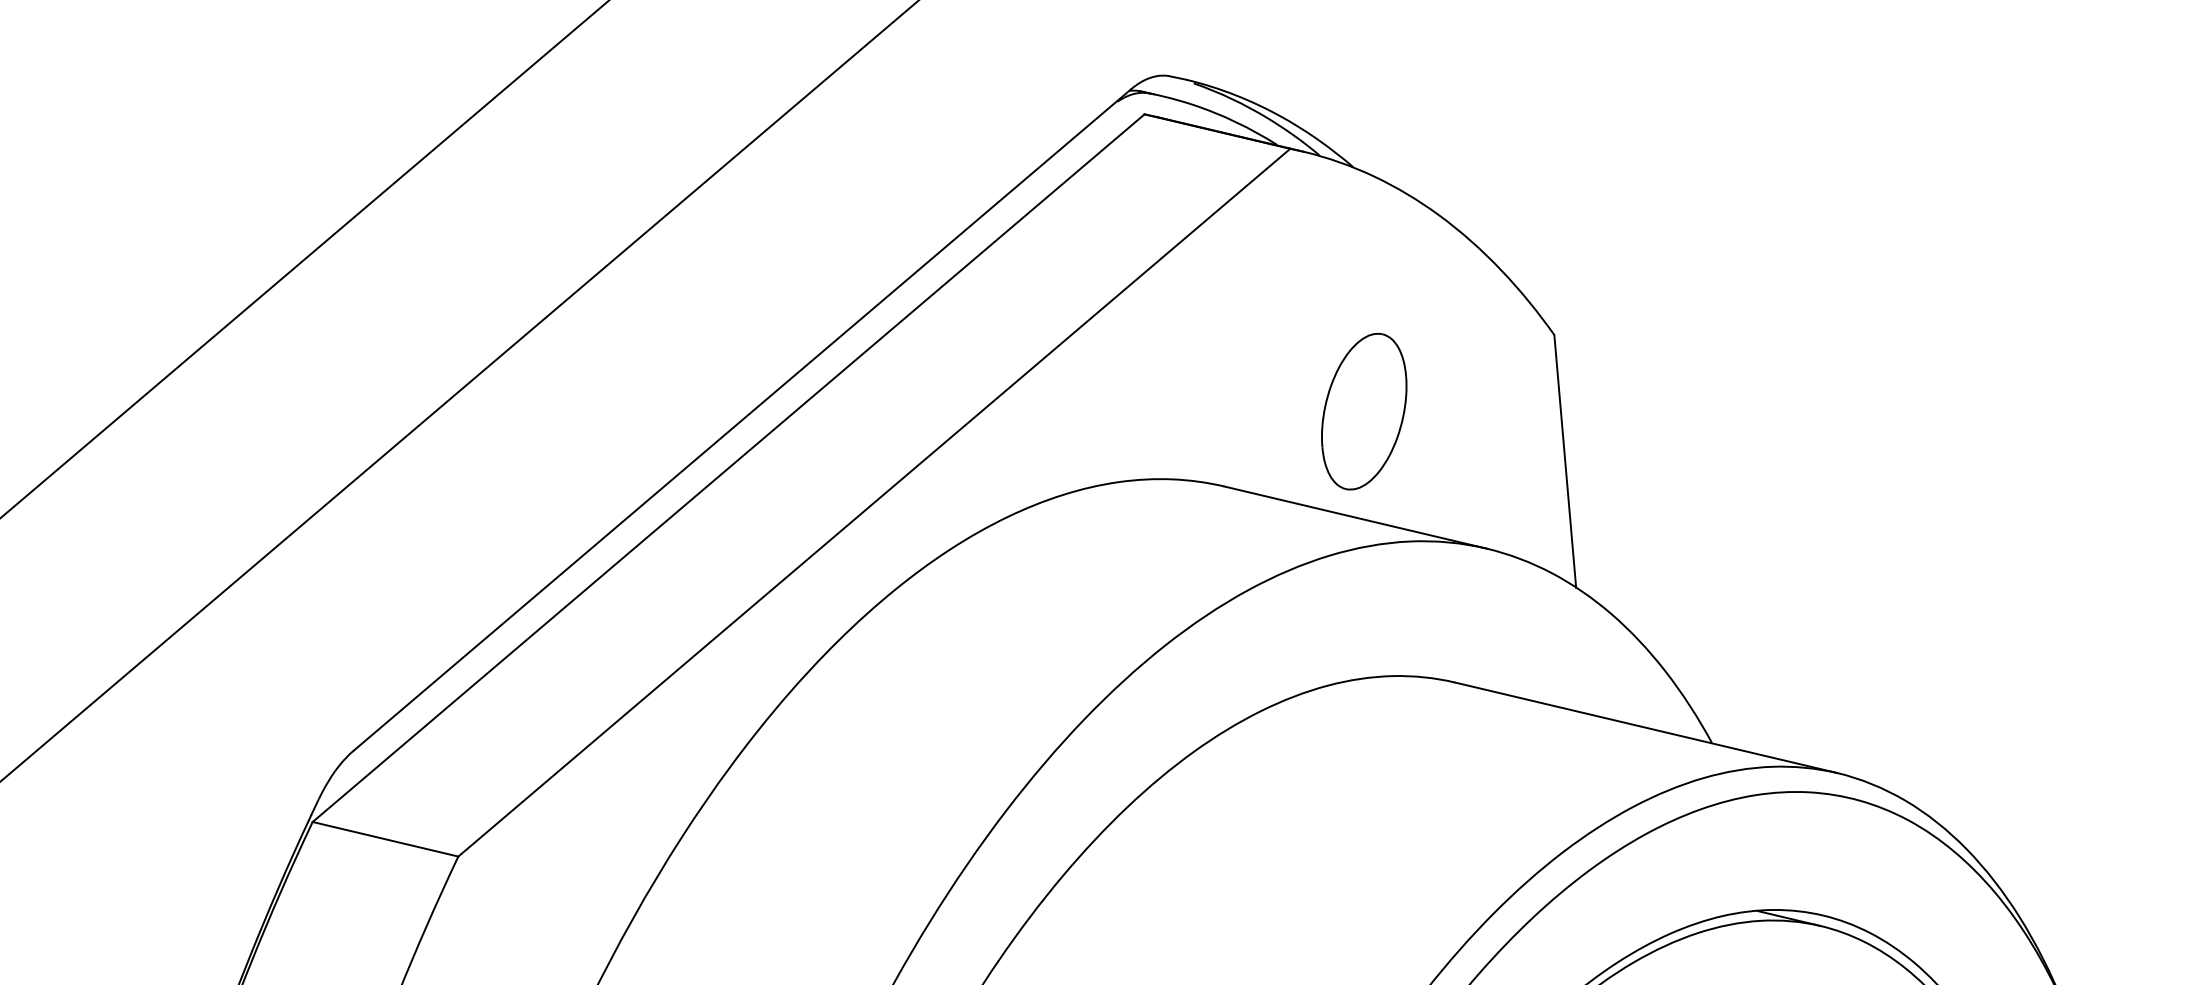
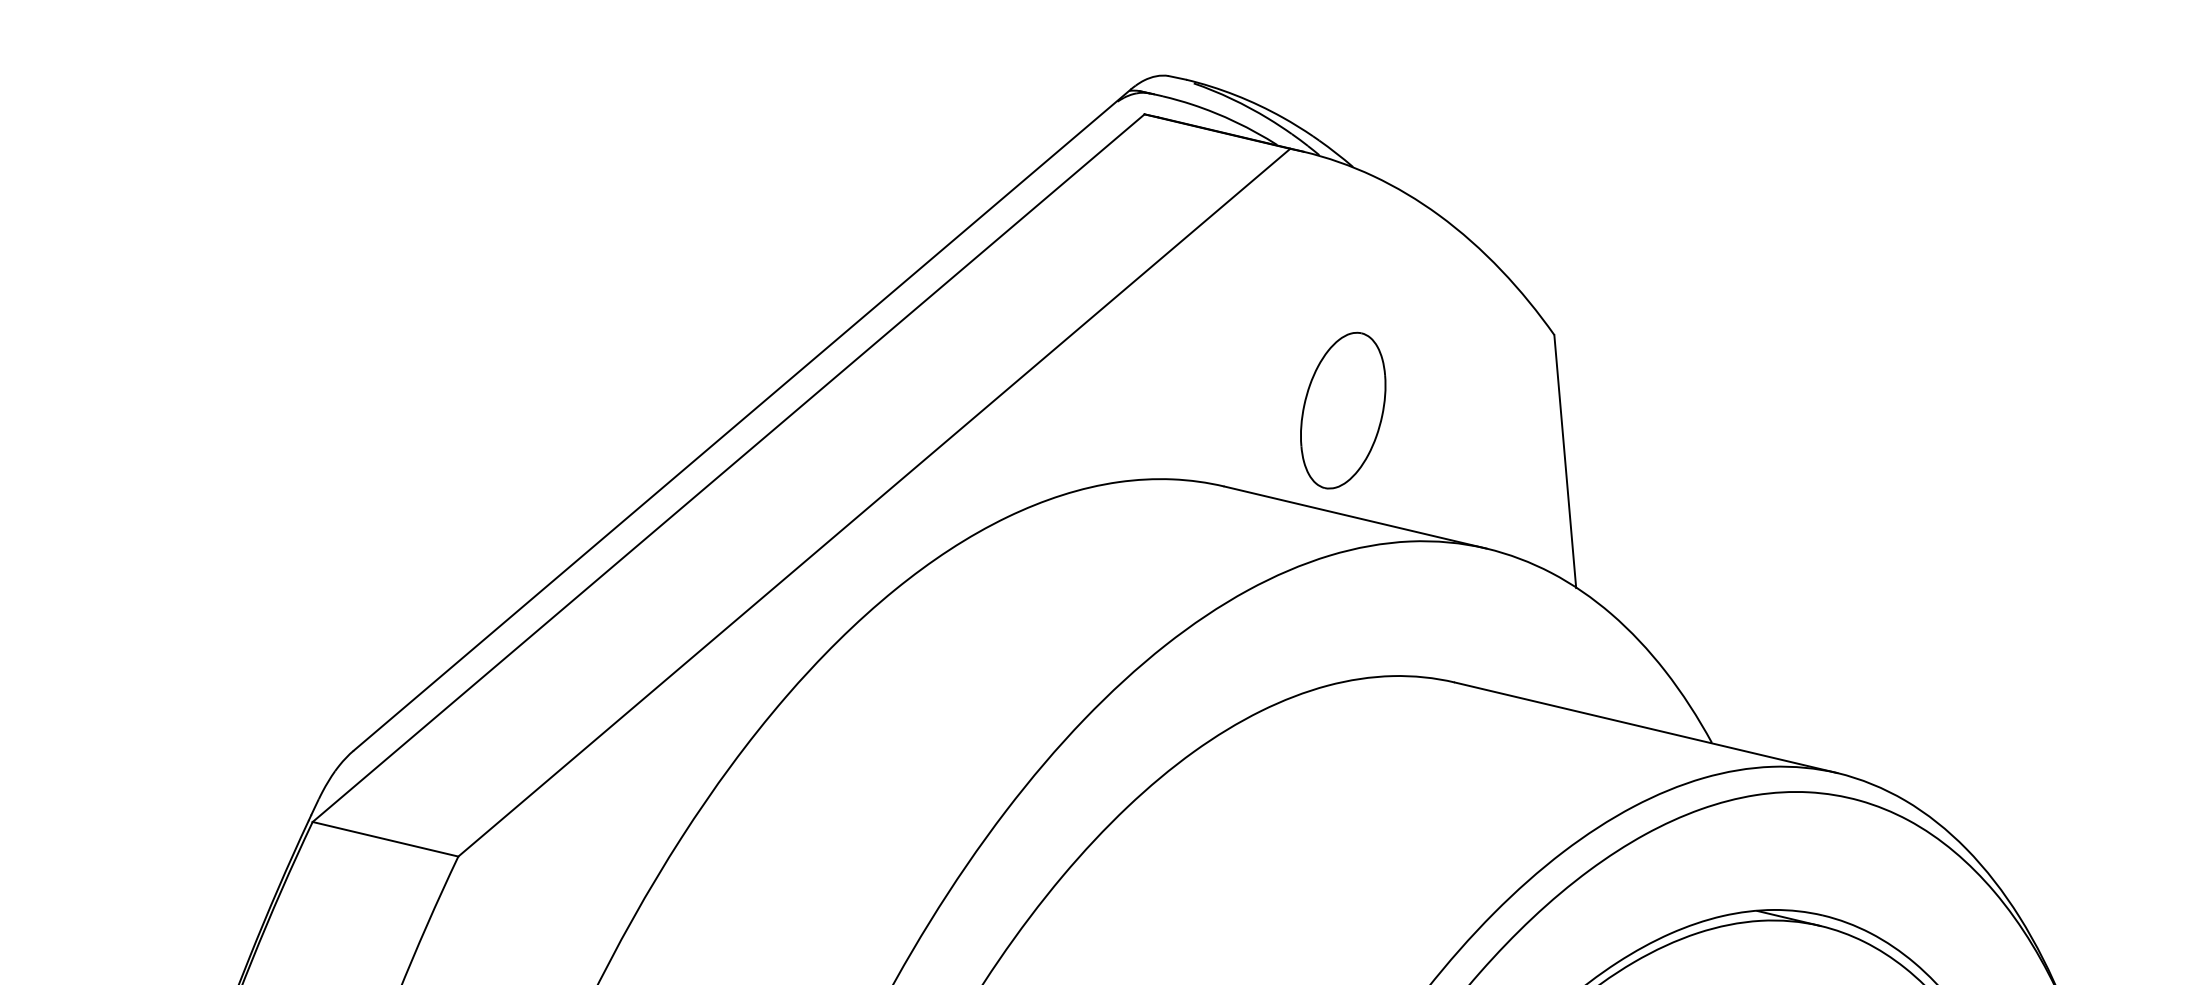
line at (304, 259): present -> none
line at (459, 390): present -> none
part at (1364, 411) position: (1364, 411) -> (1343, 410)
